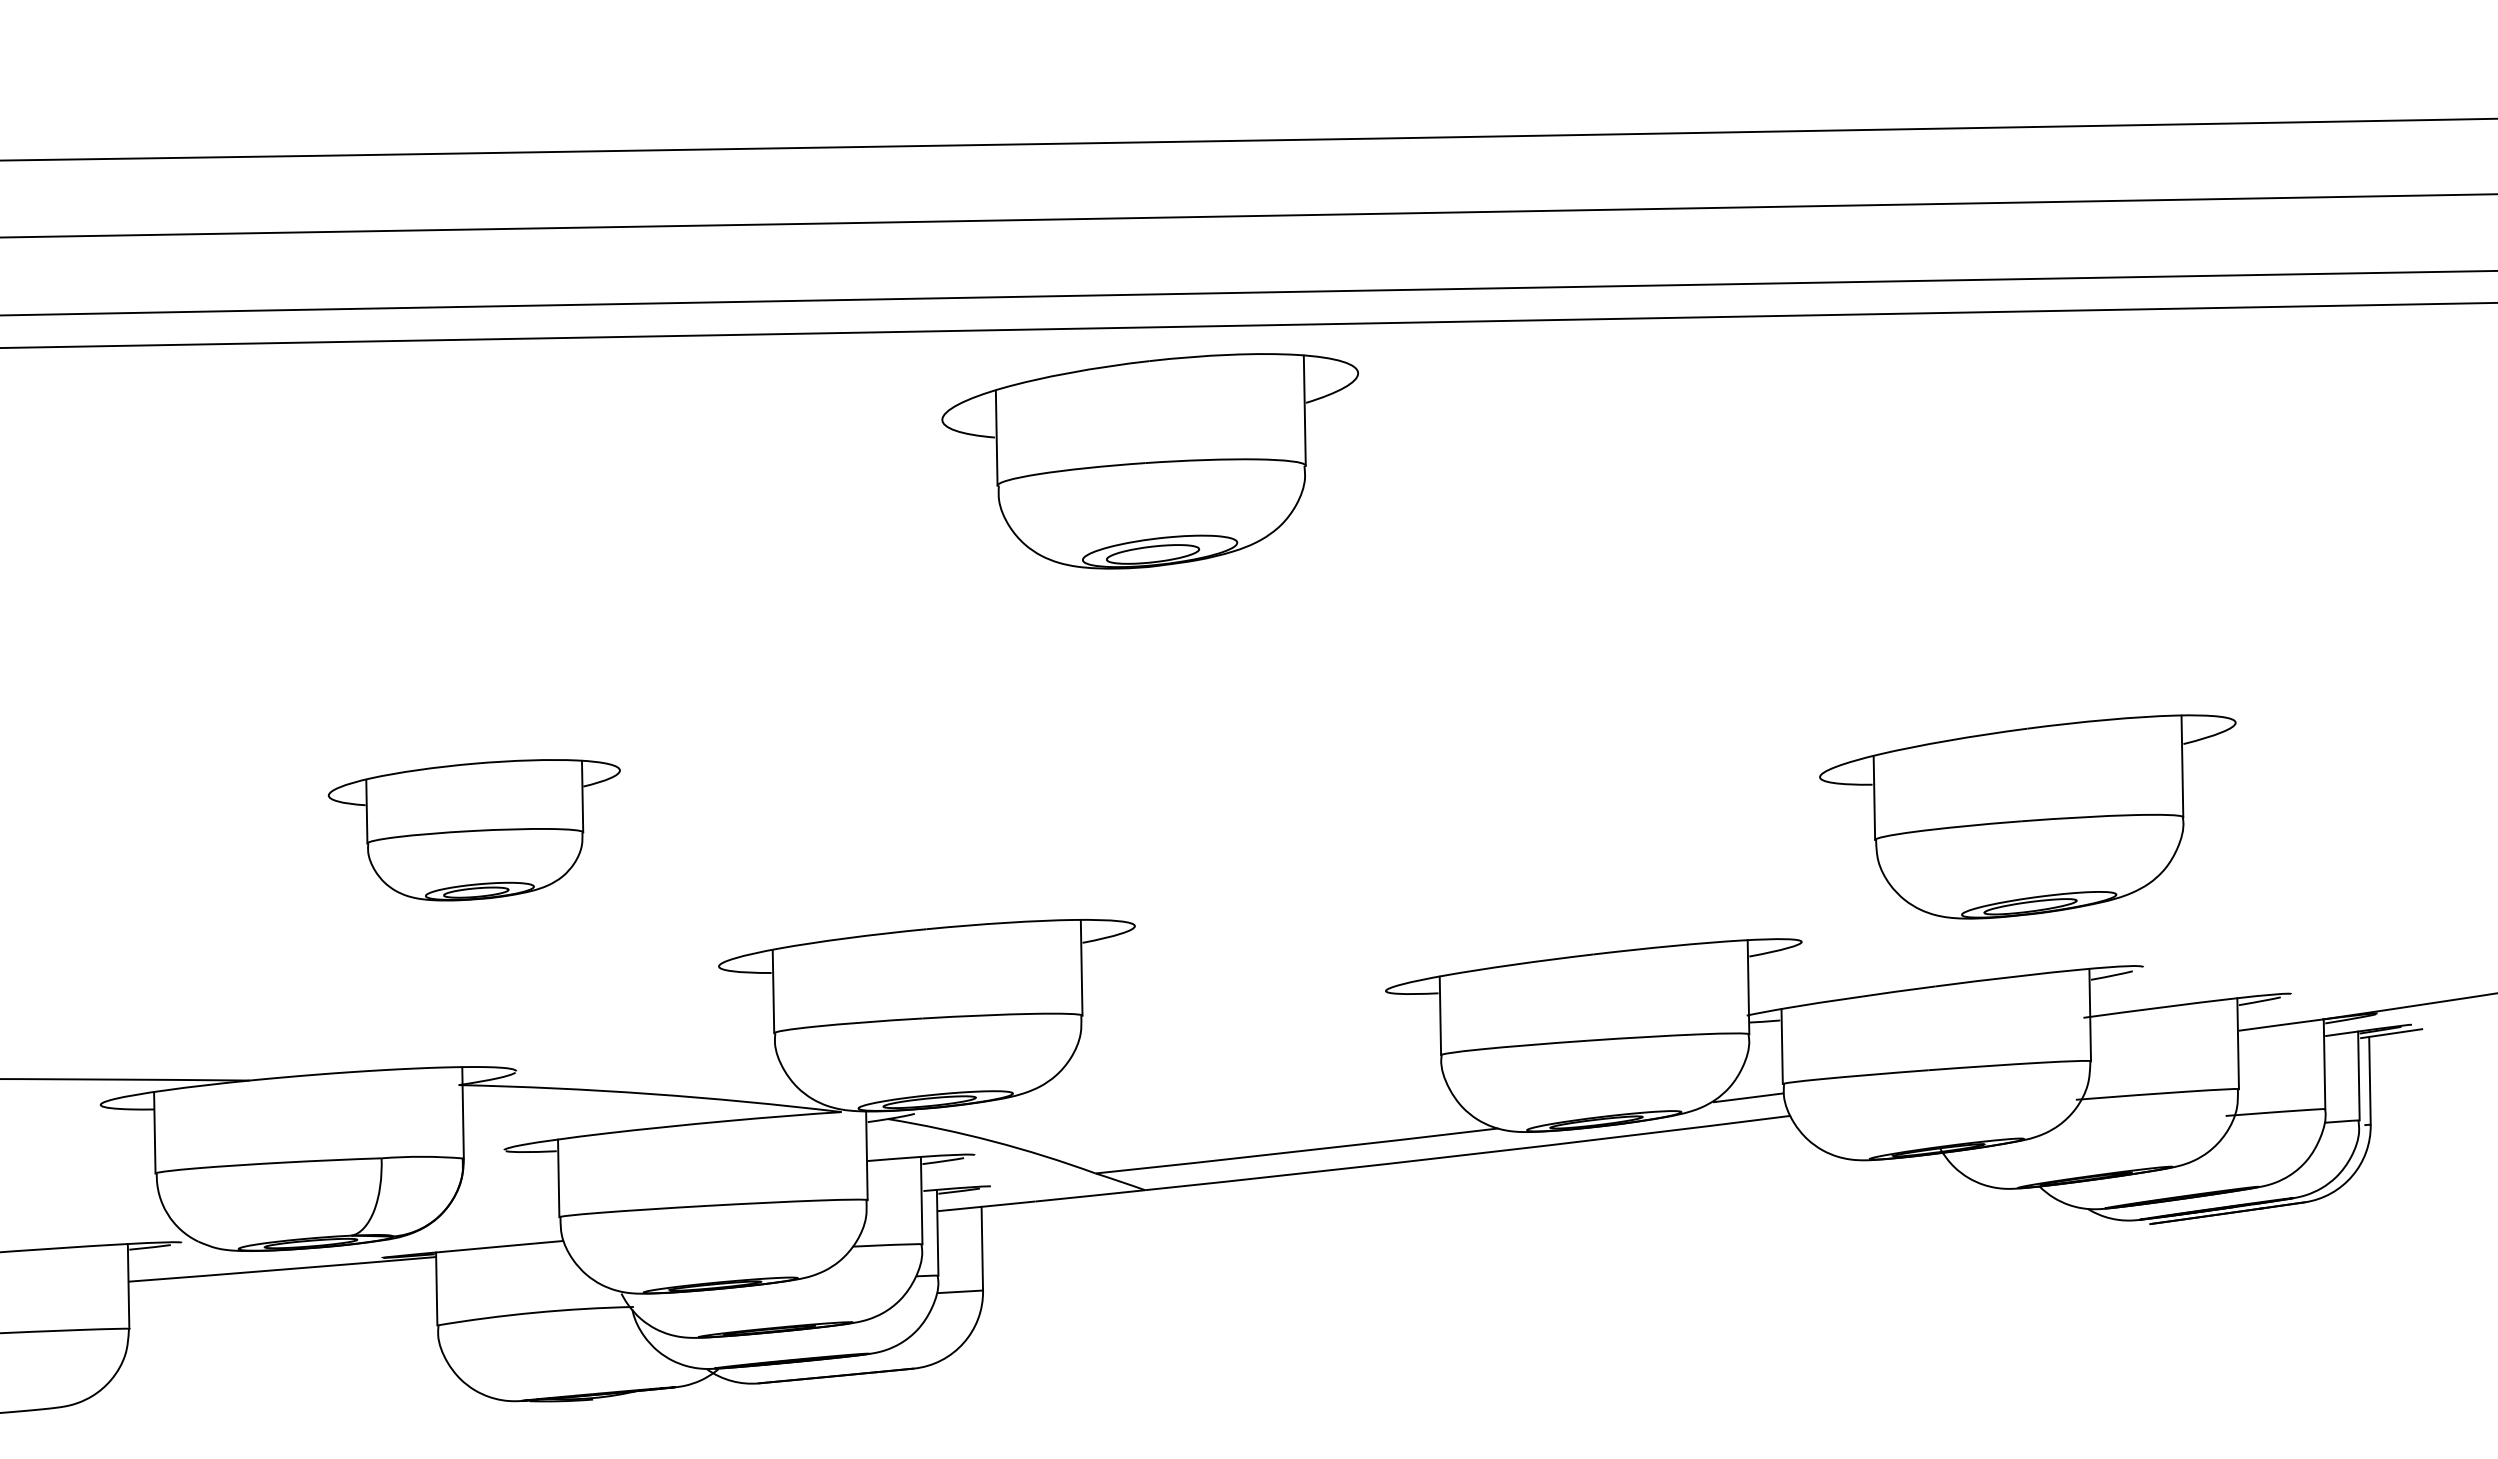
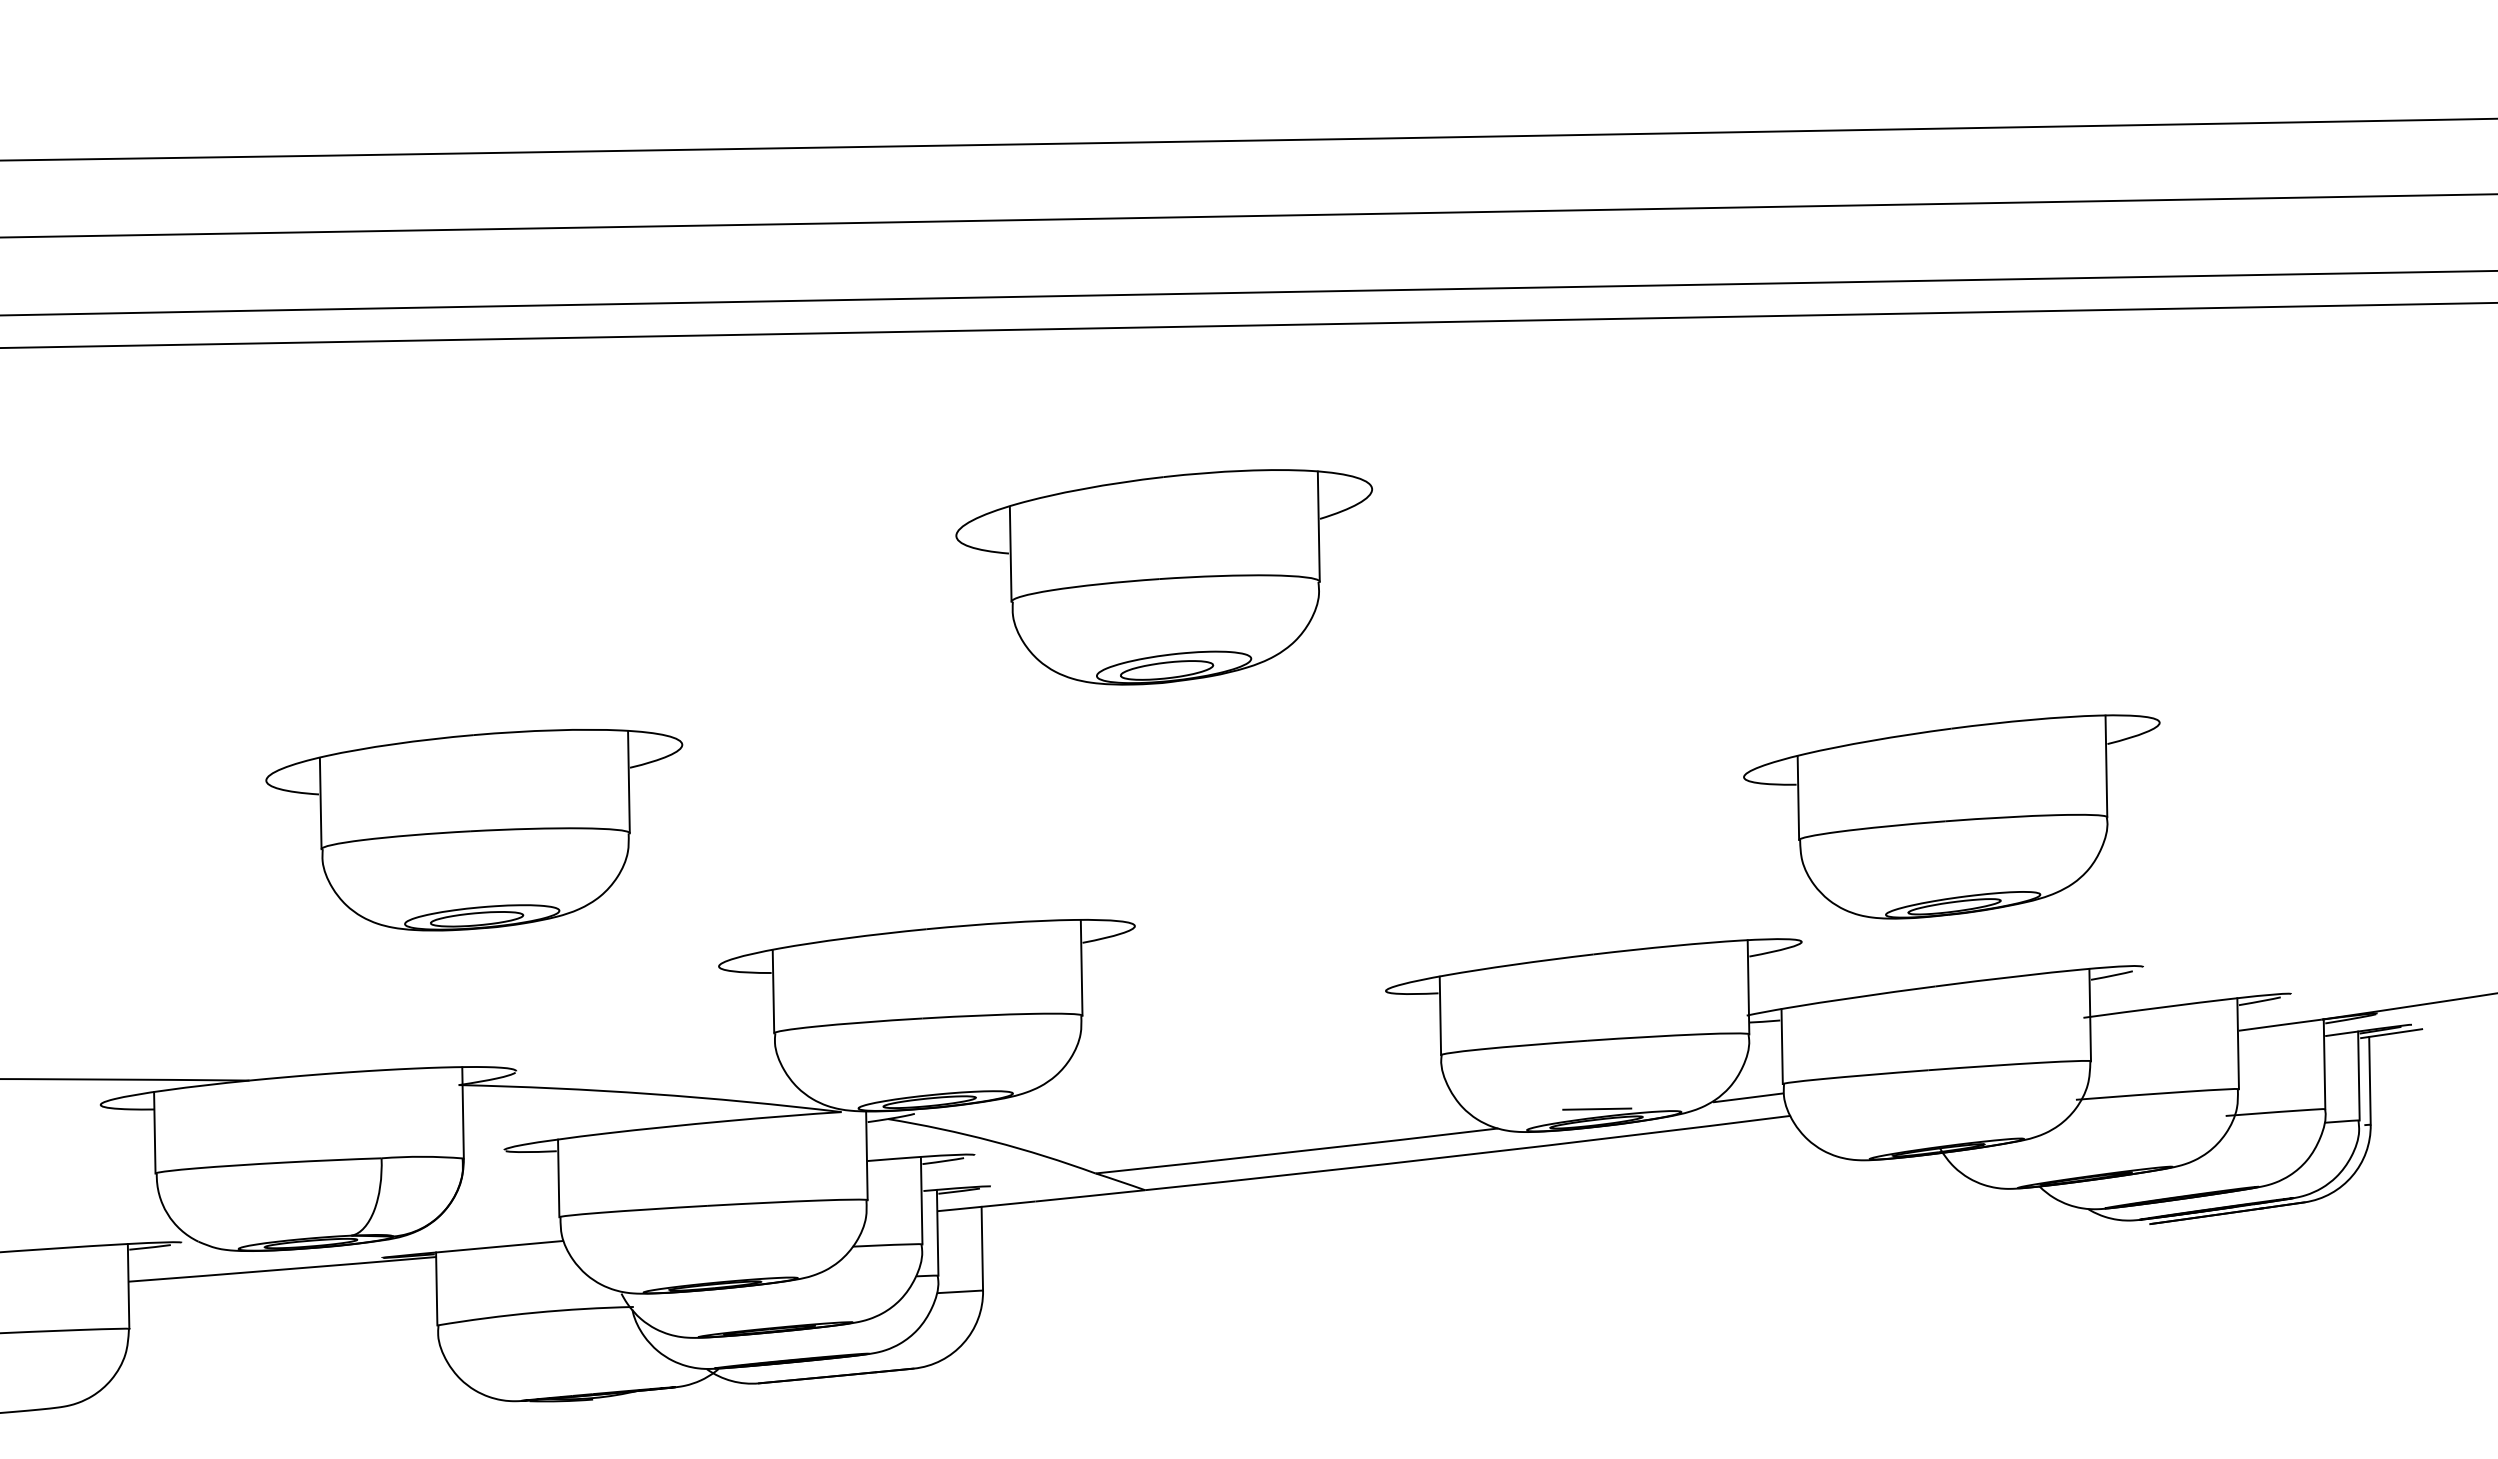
part at (1149, 461) position: (1149, 461) -> (1163, 577)
part at (2027, 816) position: (2027, 816) -> (1951, 816)
part at (473, 830) size: 294x143 px -> 419x203 px
line at (1597, 1108): none -> present
